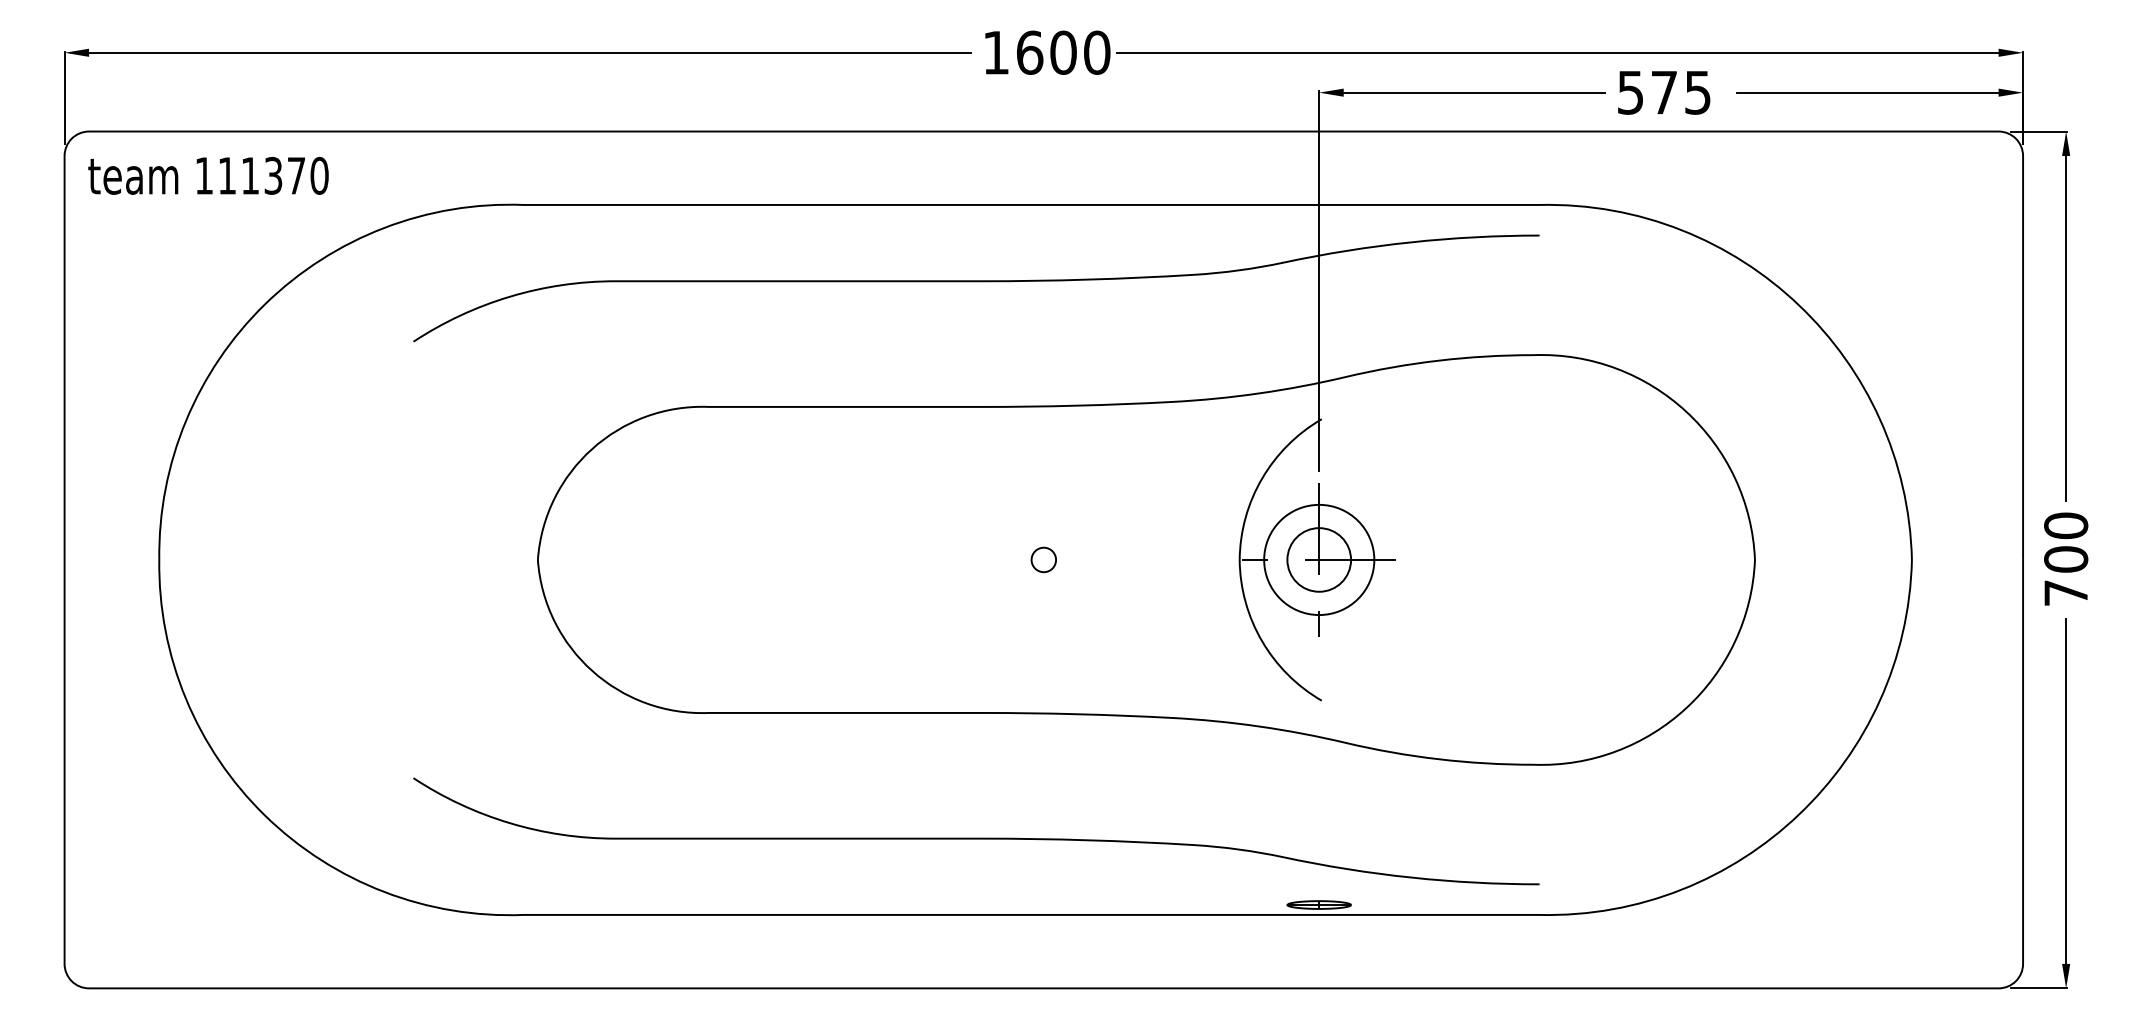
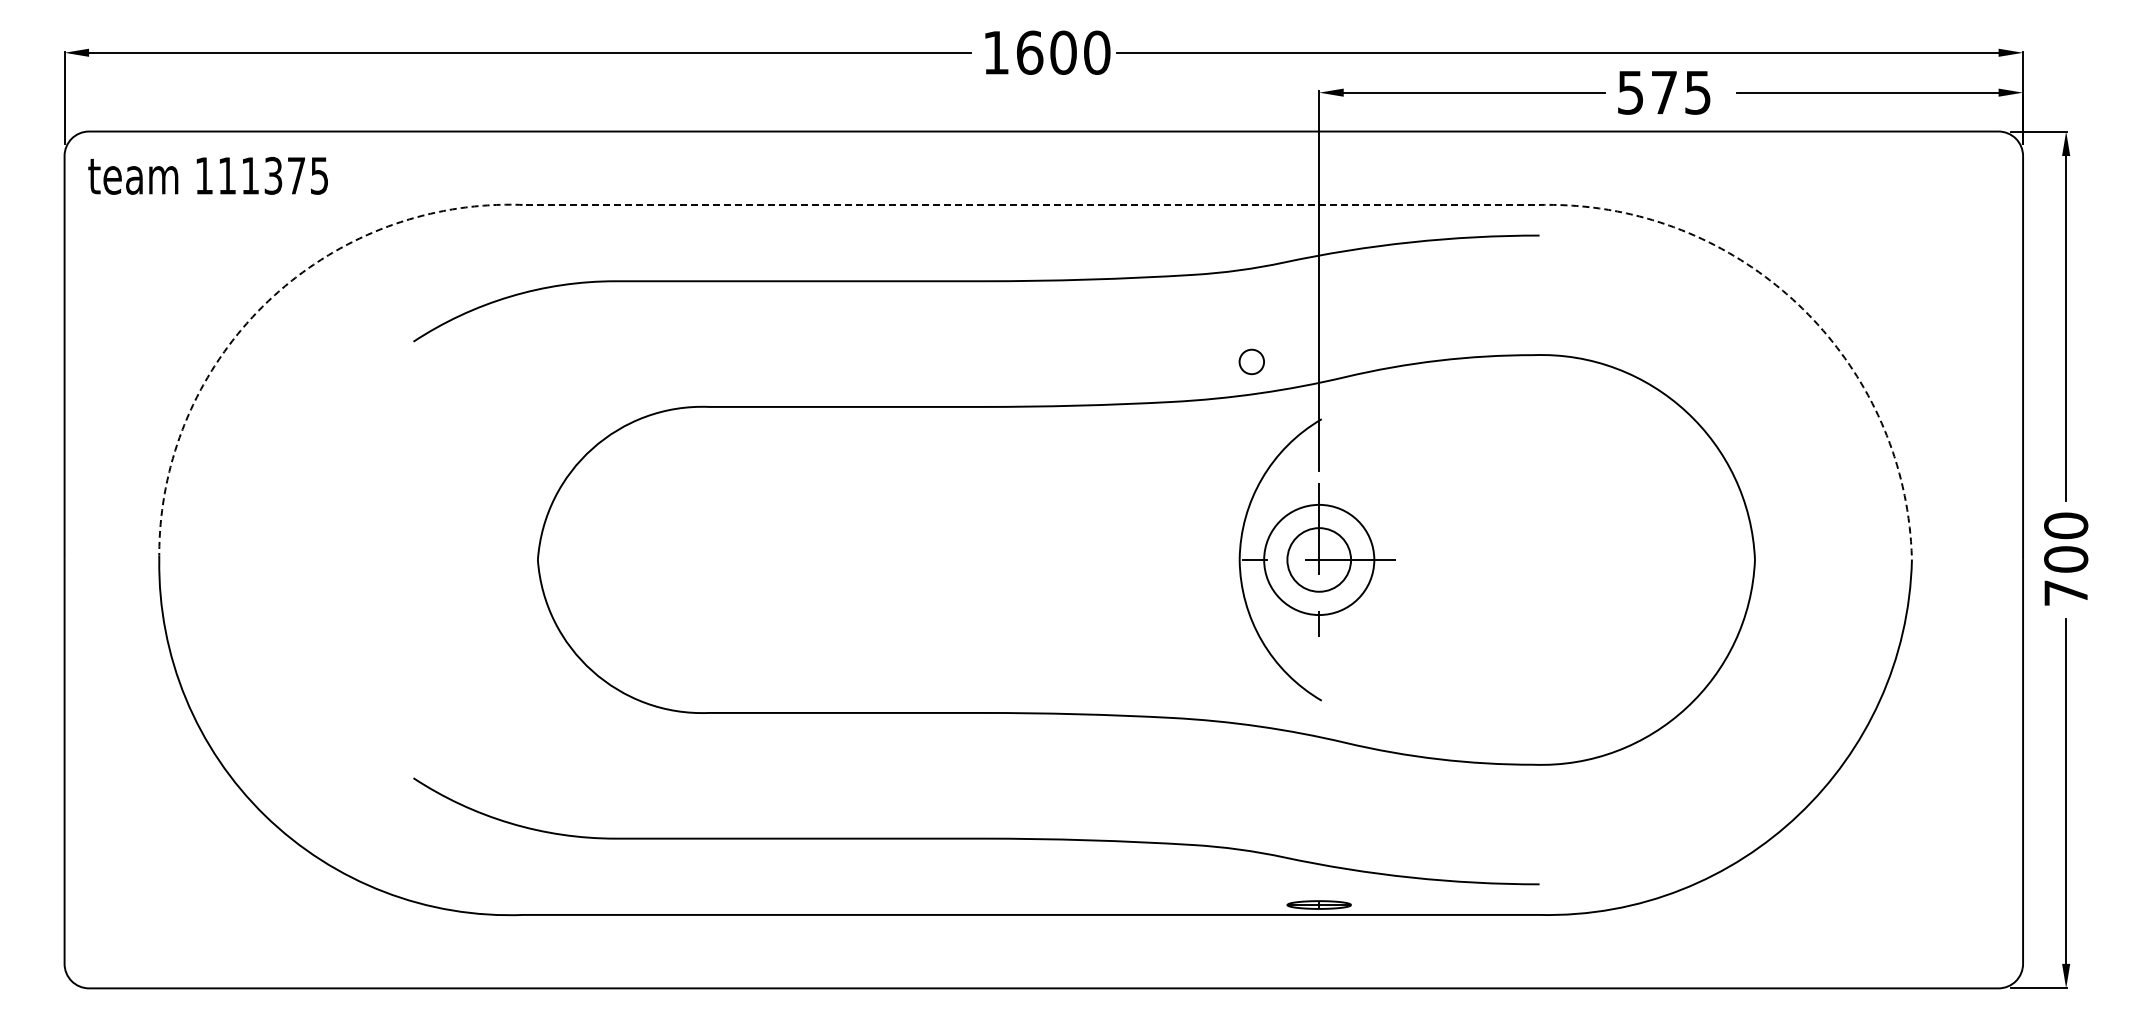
text at (319, 175): 111370 -> 111375
line at (1036, 204): solid -> dashed
circle at (1043, 559) position: (1043, 559) -> (1251, 361)
